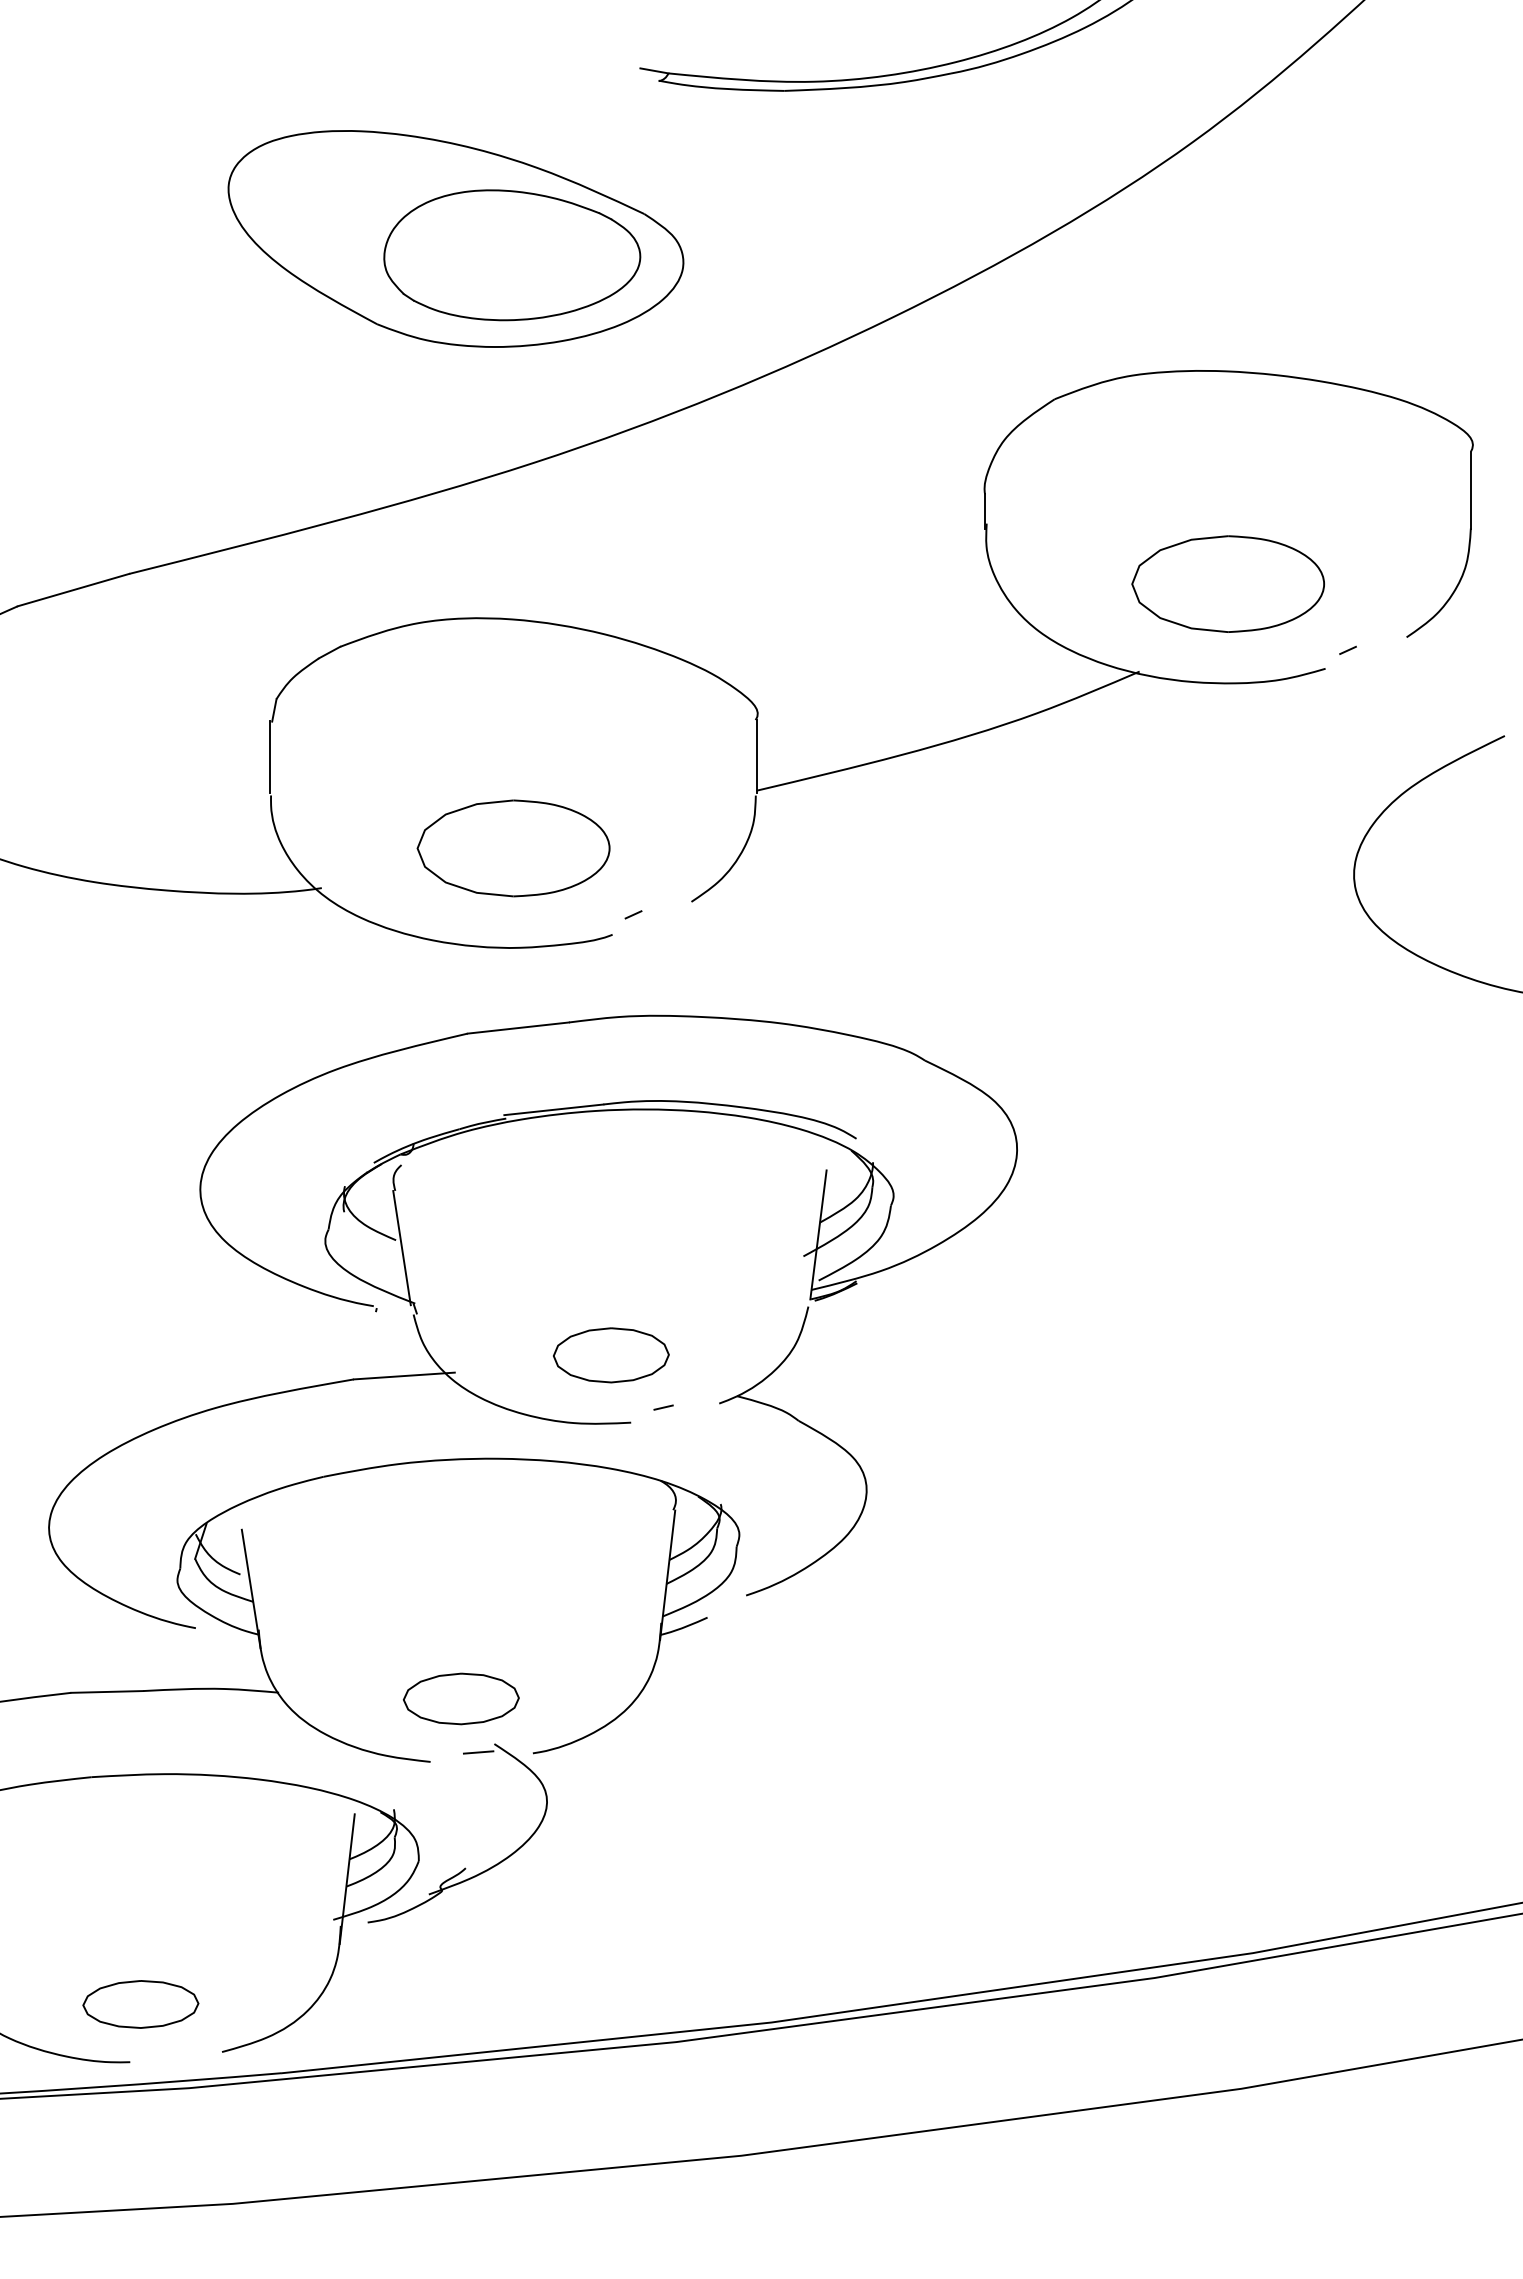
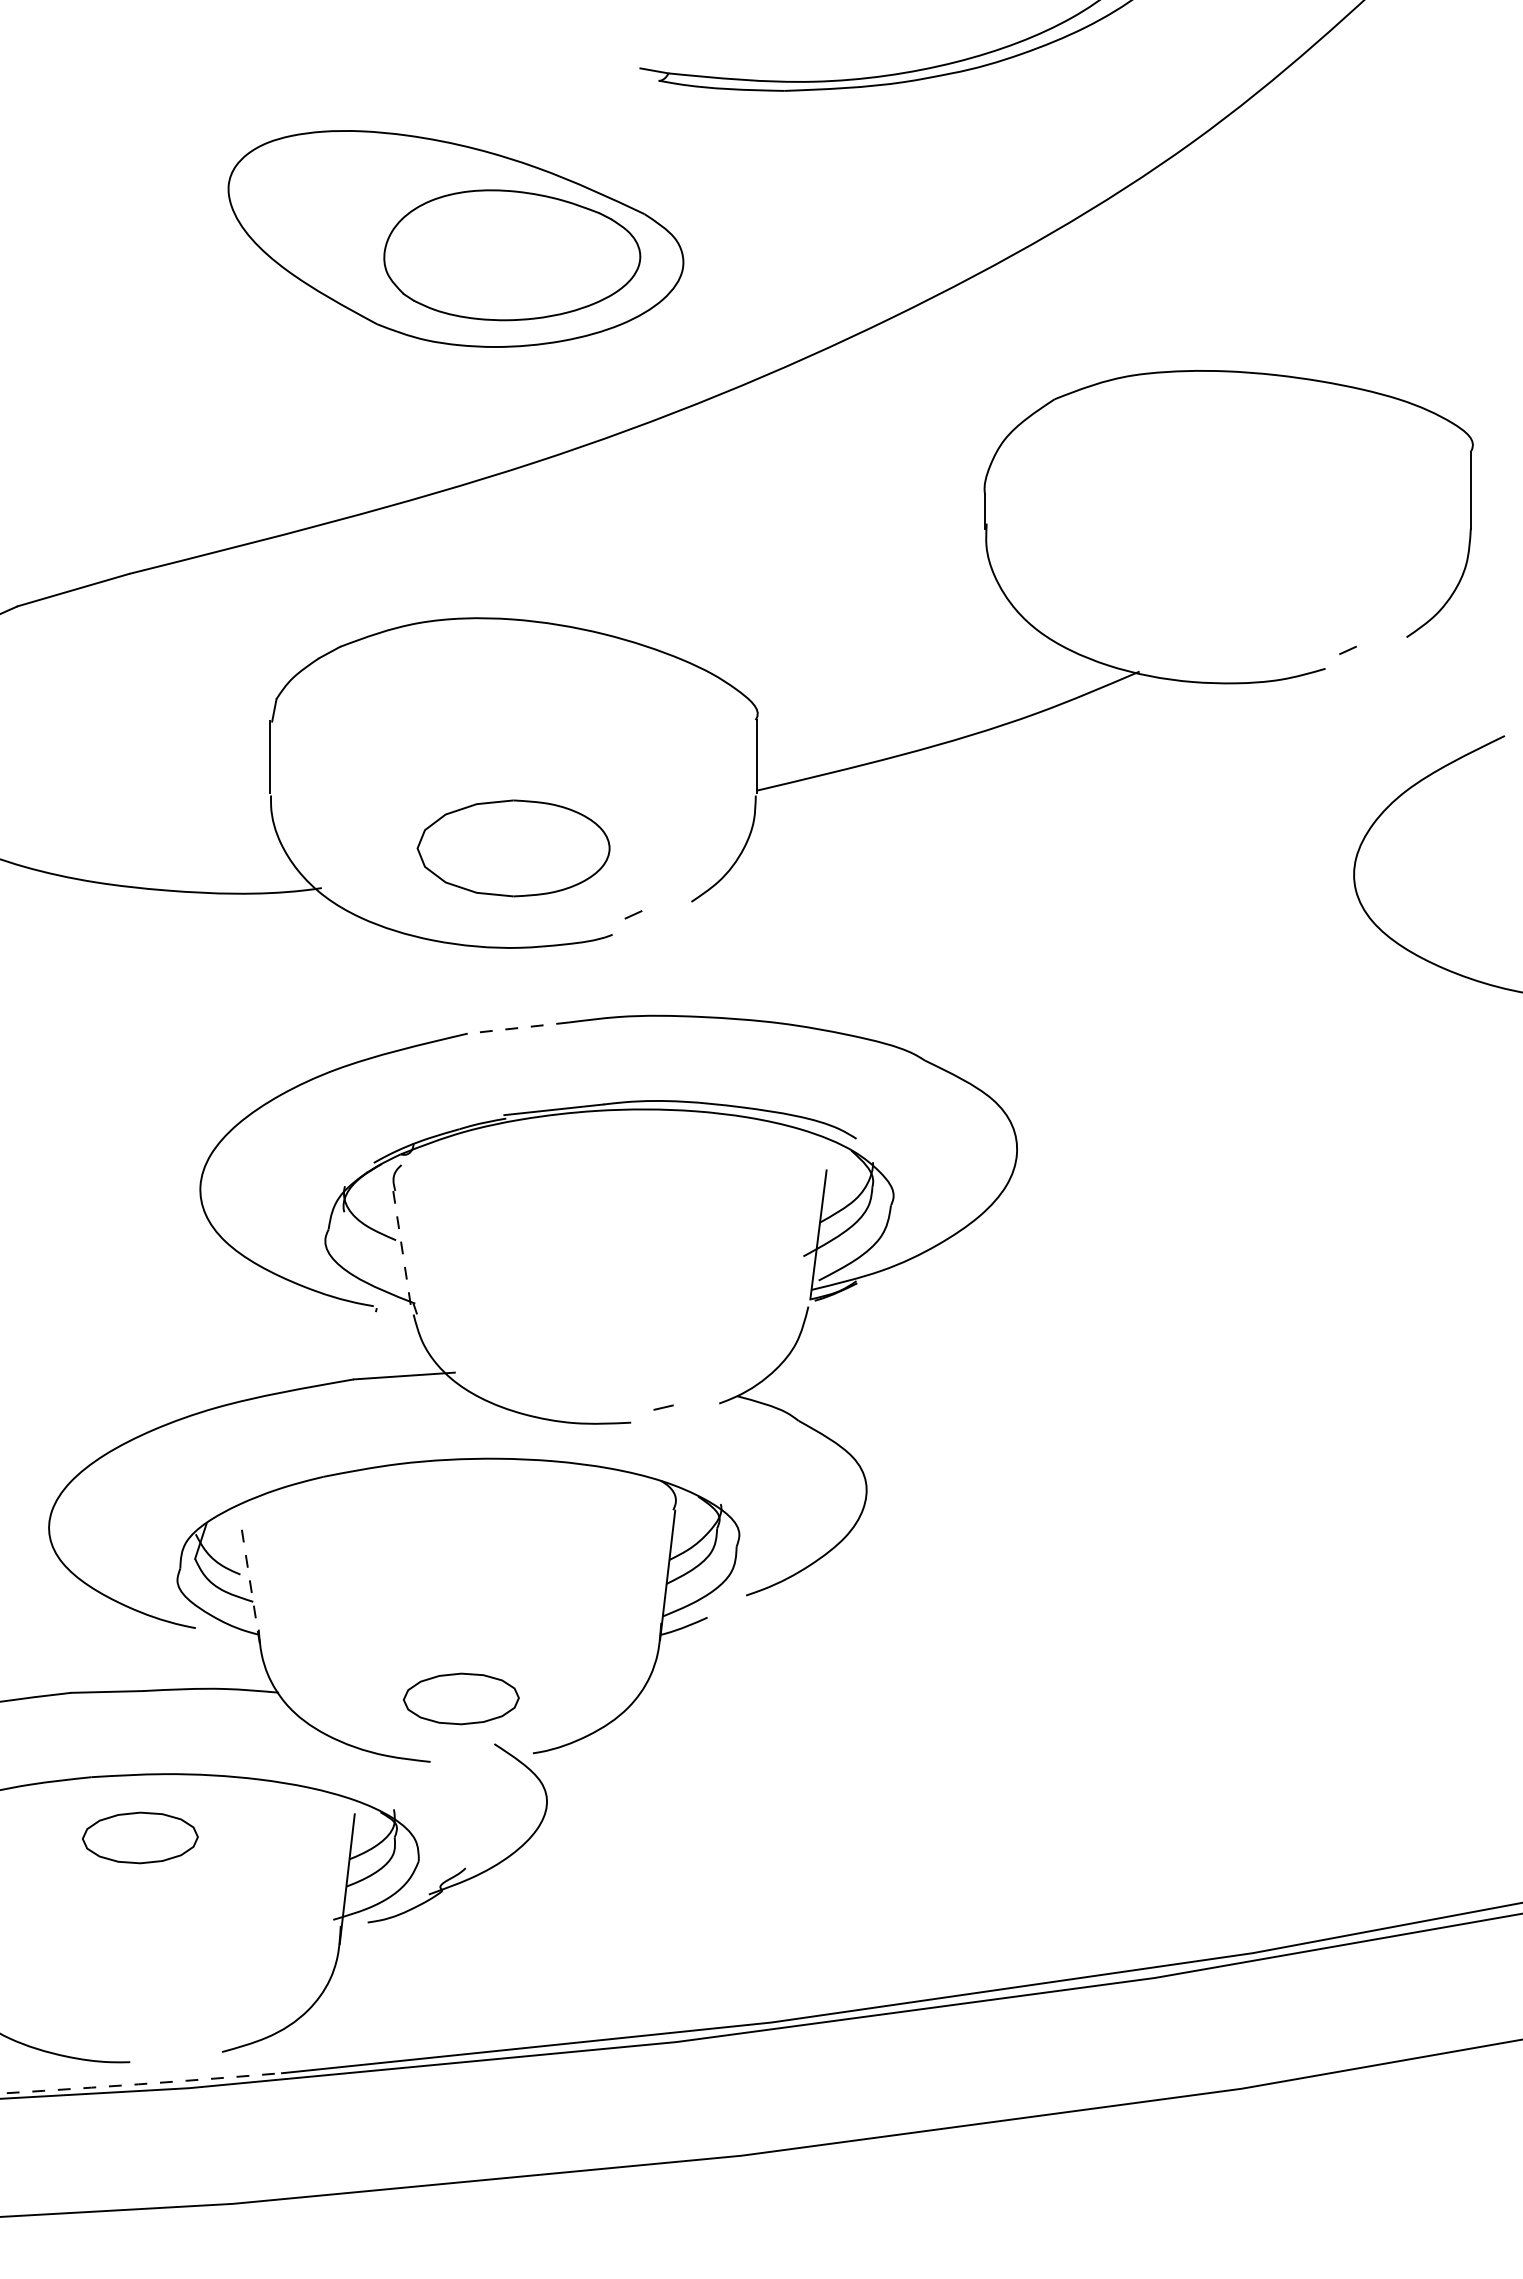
part at (1227, 583): present -> none
line at (518, 1028): solid -> dashed
line at (402, 1248): solid -> dashed
part at (611, 1355): present -> none
line at (251, 1588): solid -> dashed
line at (478, 1752): present -> none
part at (139, 1837): none -> present
part at (140, 2004): present -> none
arc at (140, 2084): solid -> dashed
